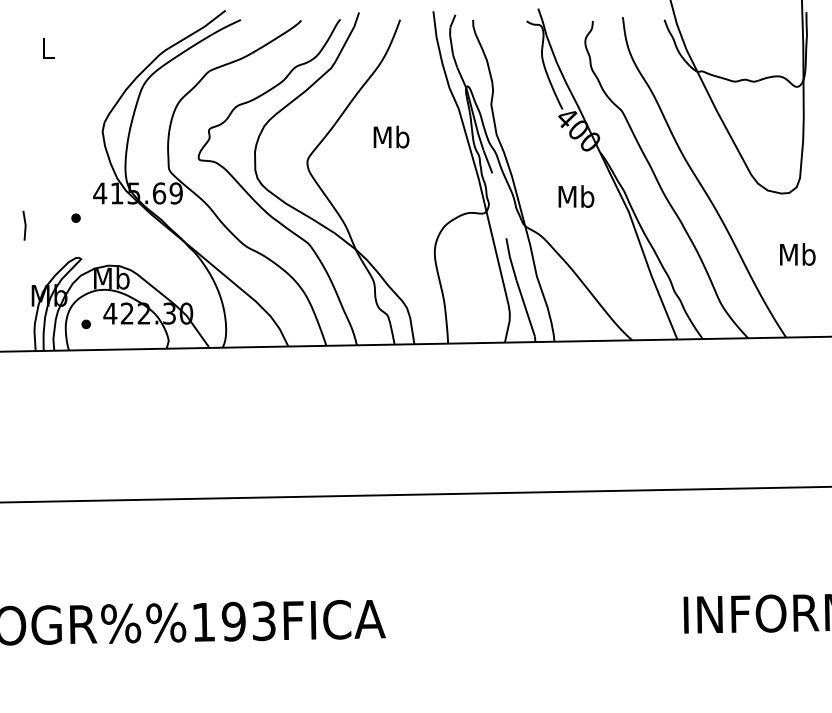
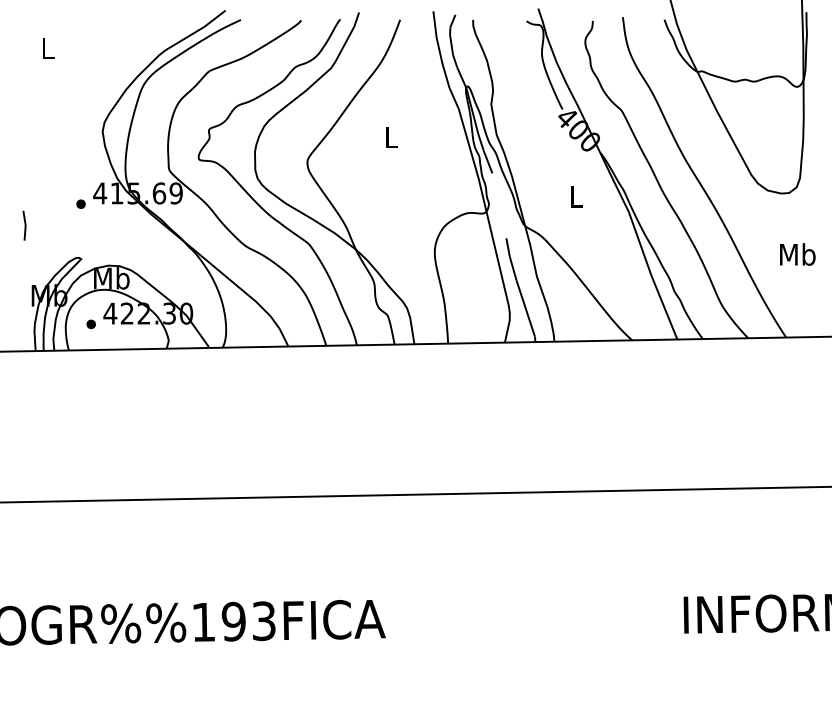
text at (391, 136): Mb -> L
text at (576, 196): Mb -> L
part at (75, 217) position: (75, 217) -> (80, 203)
part at (85, 324) position: (85, 324) -> (90, 324)
